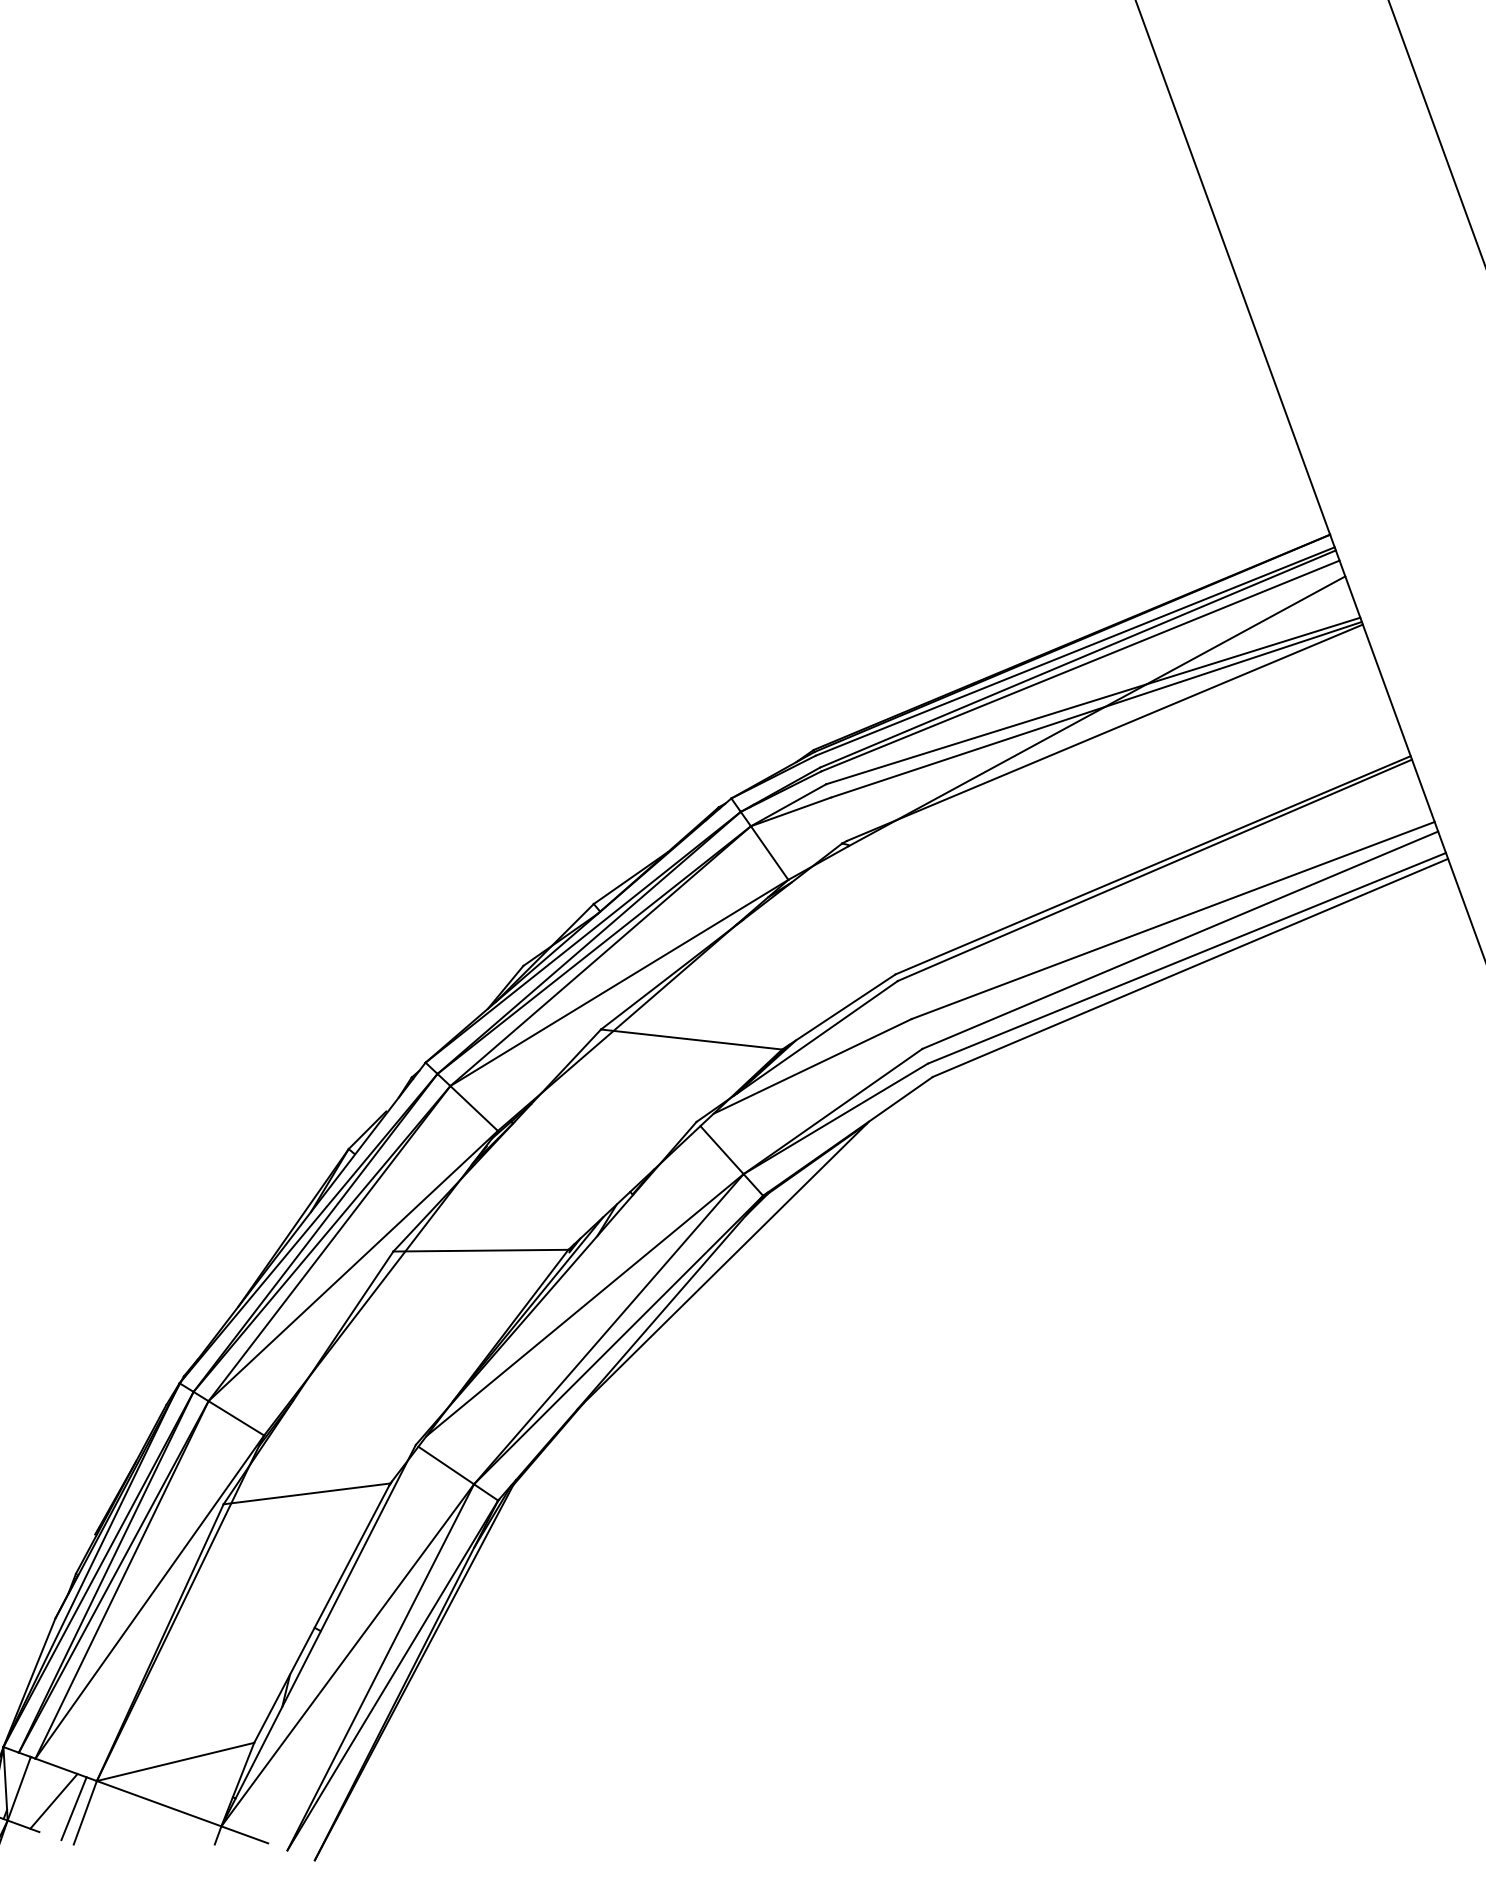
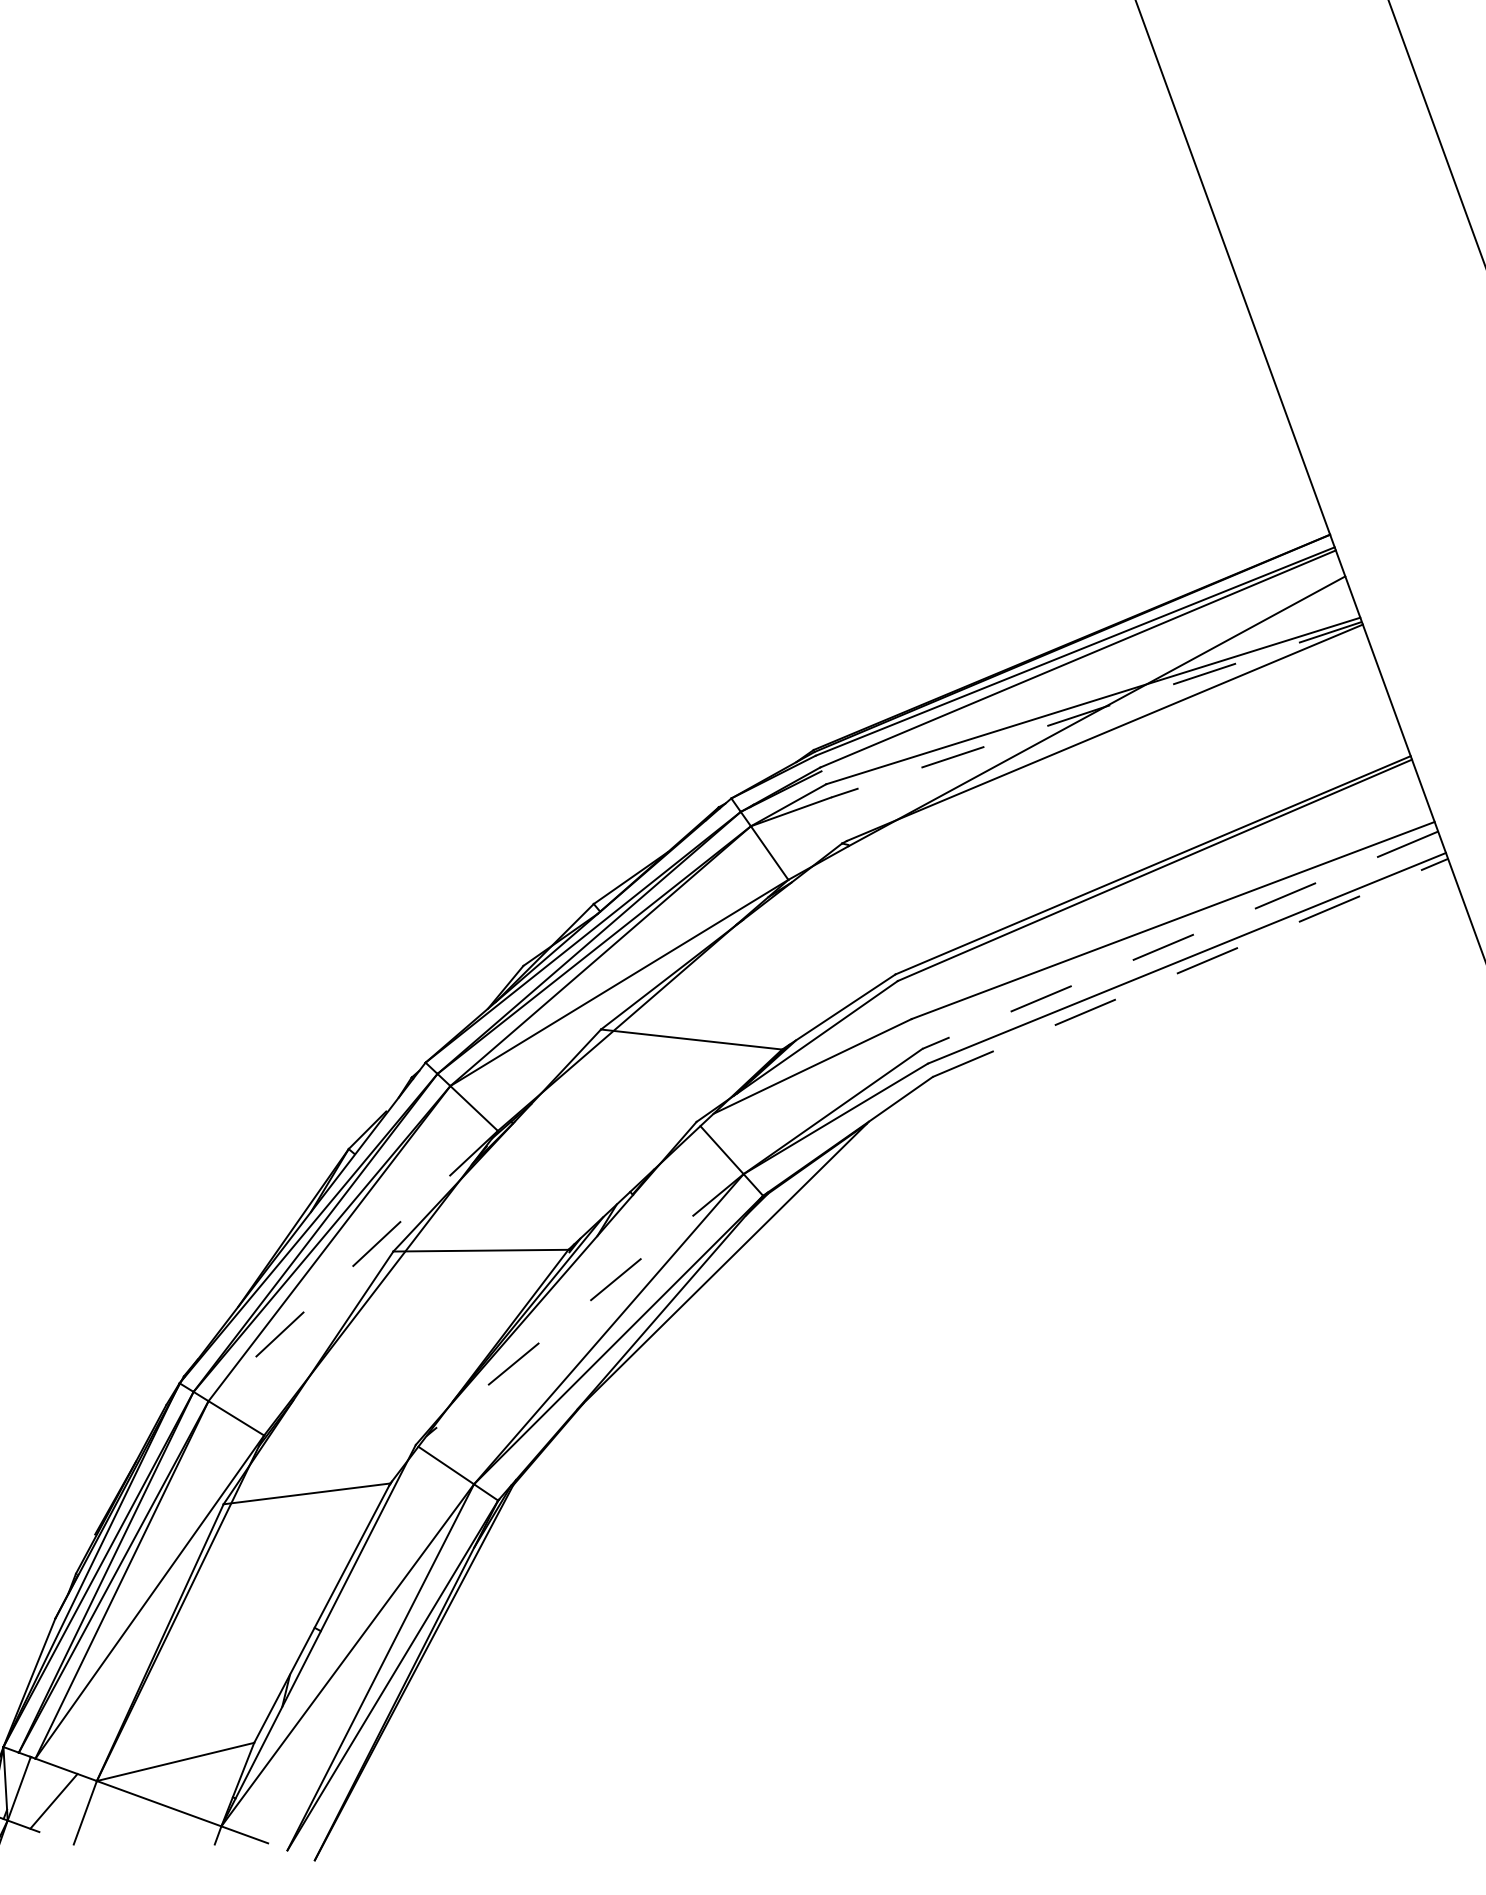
line at (1080, 665): present -> none
line at (1096, 709): solid -> dashed
line at (1180, 940): solid -> dashed
line at (1190, 967): solid -> dashed
line at (353, 1266): solid -> dashed
line at (585, 1305): solid -> dashed
line at (73, 1808): present -> none
